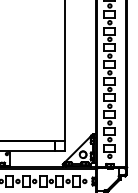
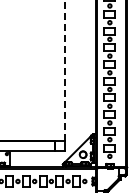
line at (65, 70): solid -> dashed
